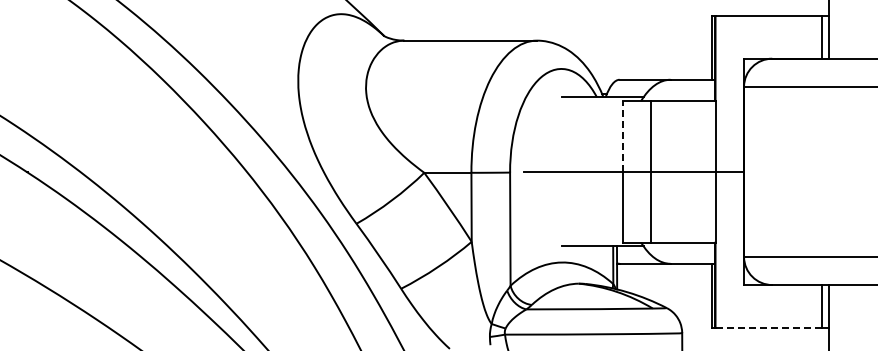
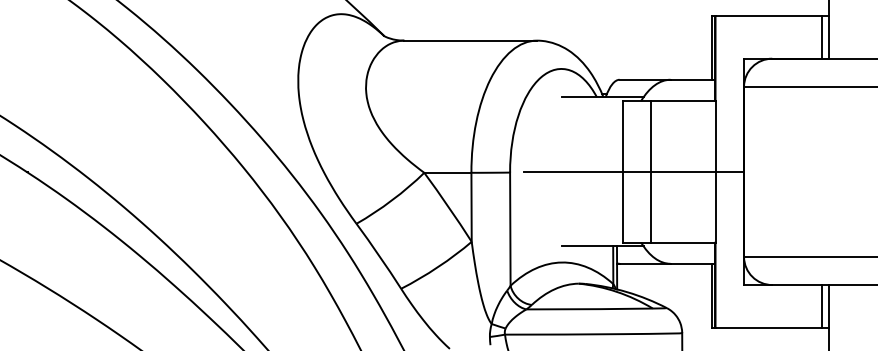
line at (622, 135): dashed -> solid
line at (769, 327): dashed -> solid
